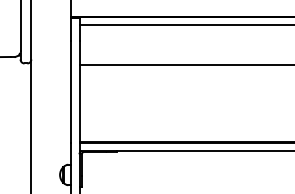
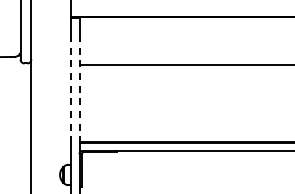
line at (185, 25): present -> none
line at (71, 91): solid -> dashed
line at (79, 91): solid -> dashed
